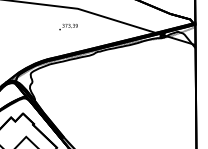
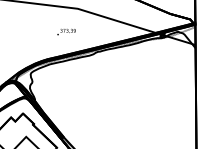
text at (68, 26) position: (68, 26) -> (66, 31)
